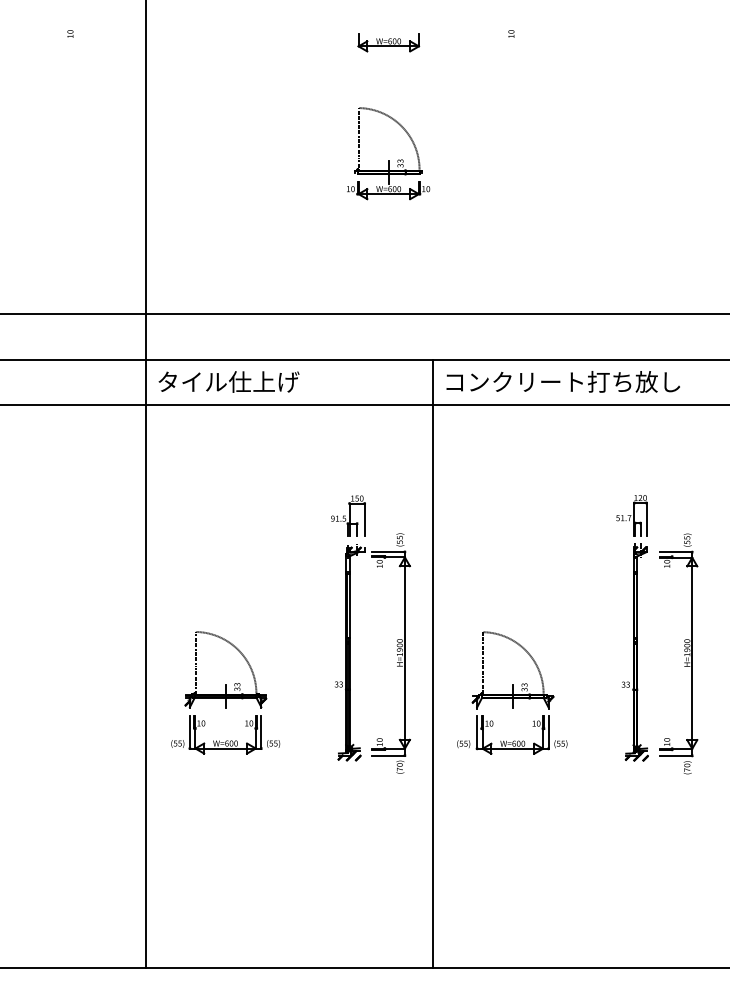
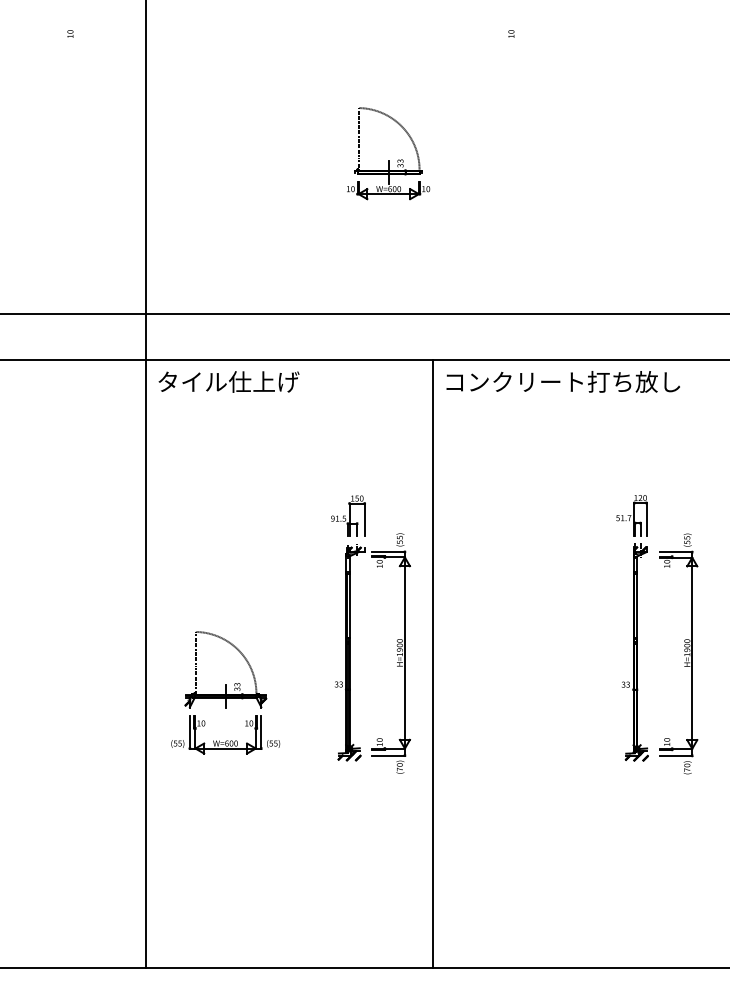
part at (388, 42): present -> none
line at (364, 404): present -> none
part at (512, 692): present -> none
